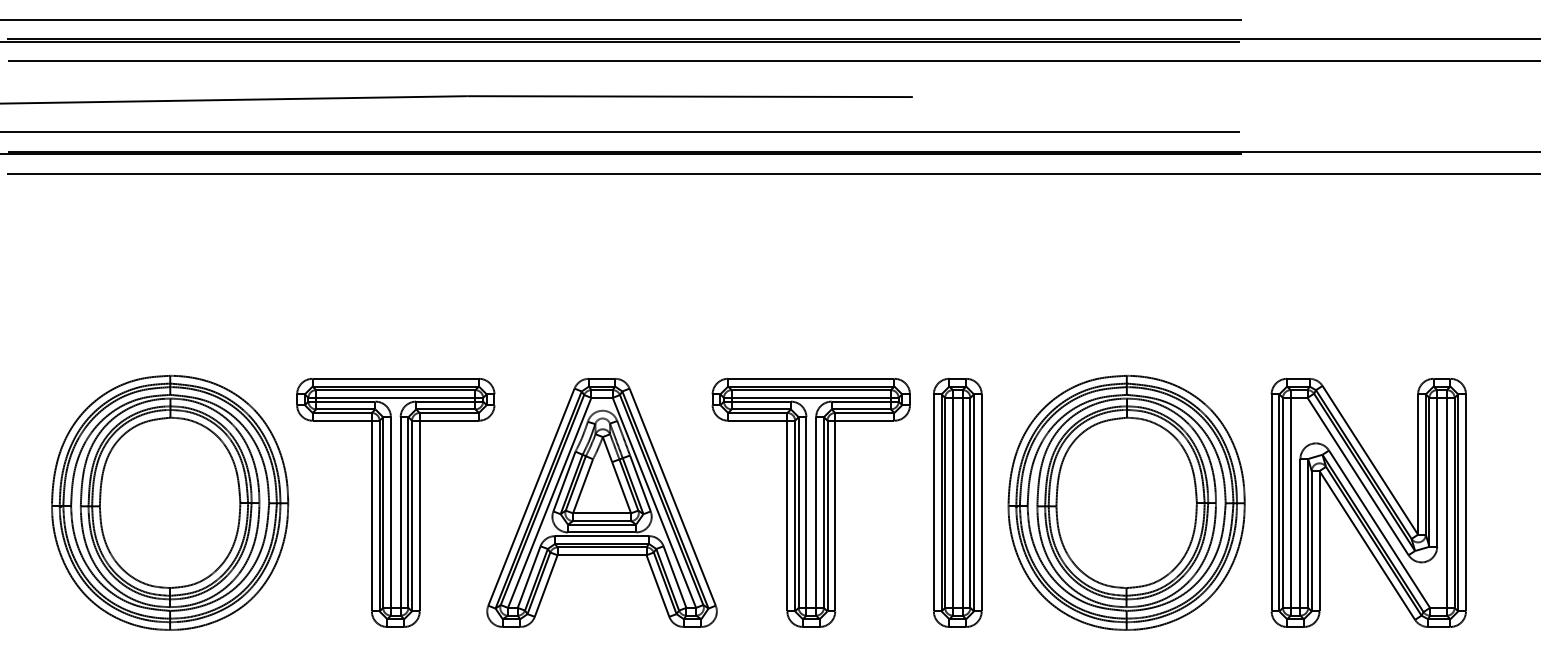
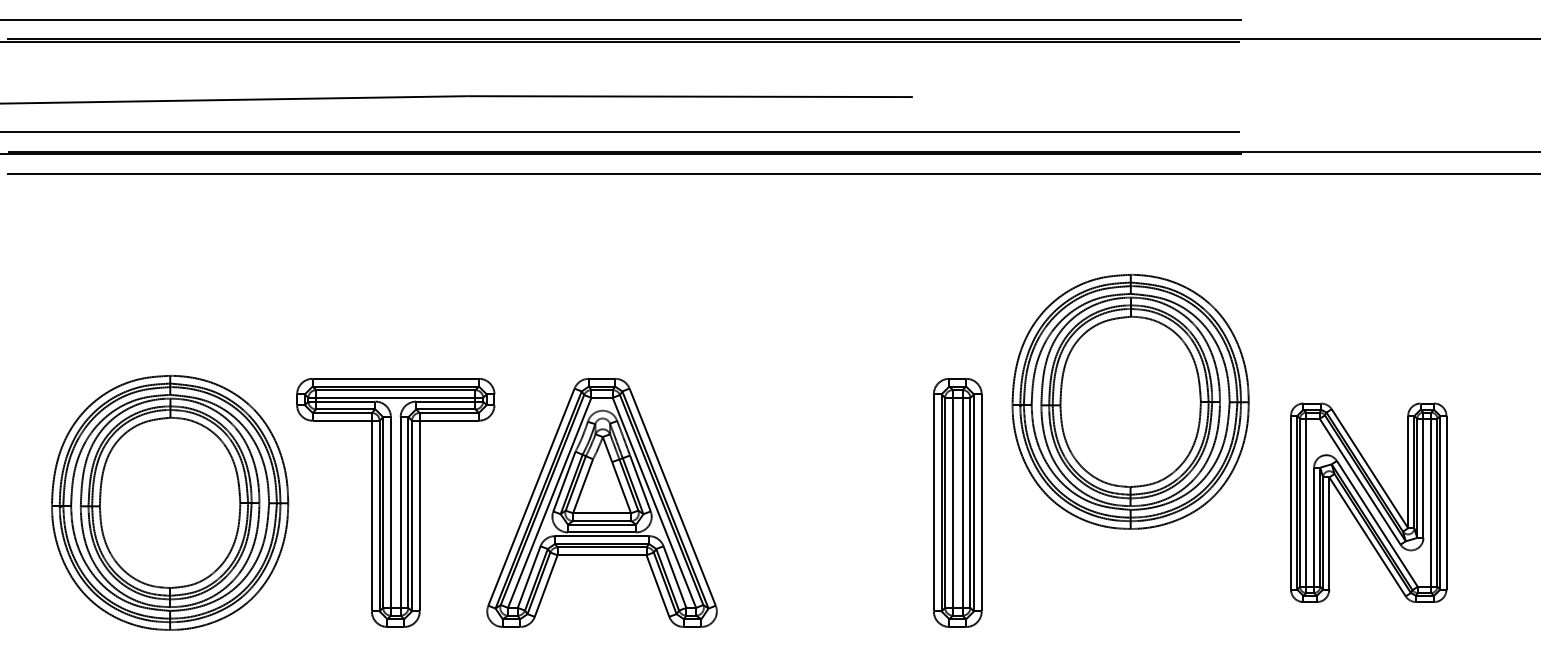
line at (769, 61): present -> none
part at (810, 502): present -> none
part at (1126, 502) position: (1126, 502) -> (1130, 401)
part at (1368, 502) size: 197x251 px -> 158x201 px
